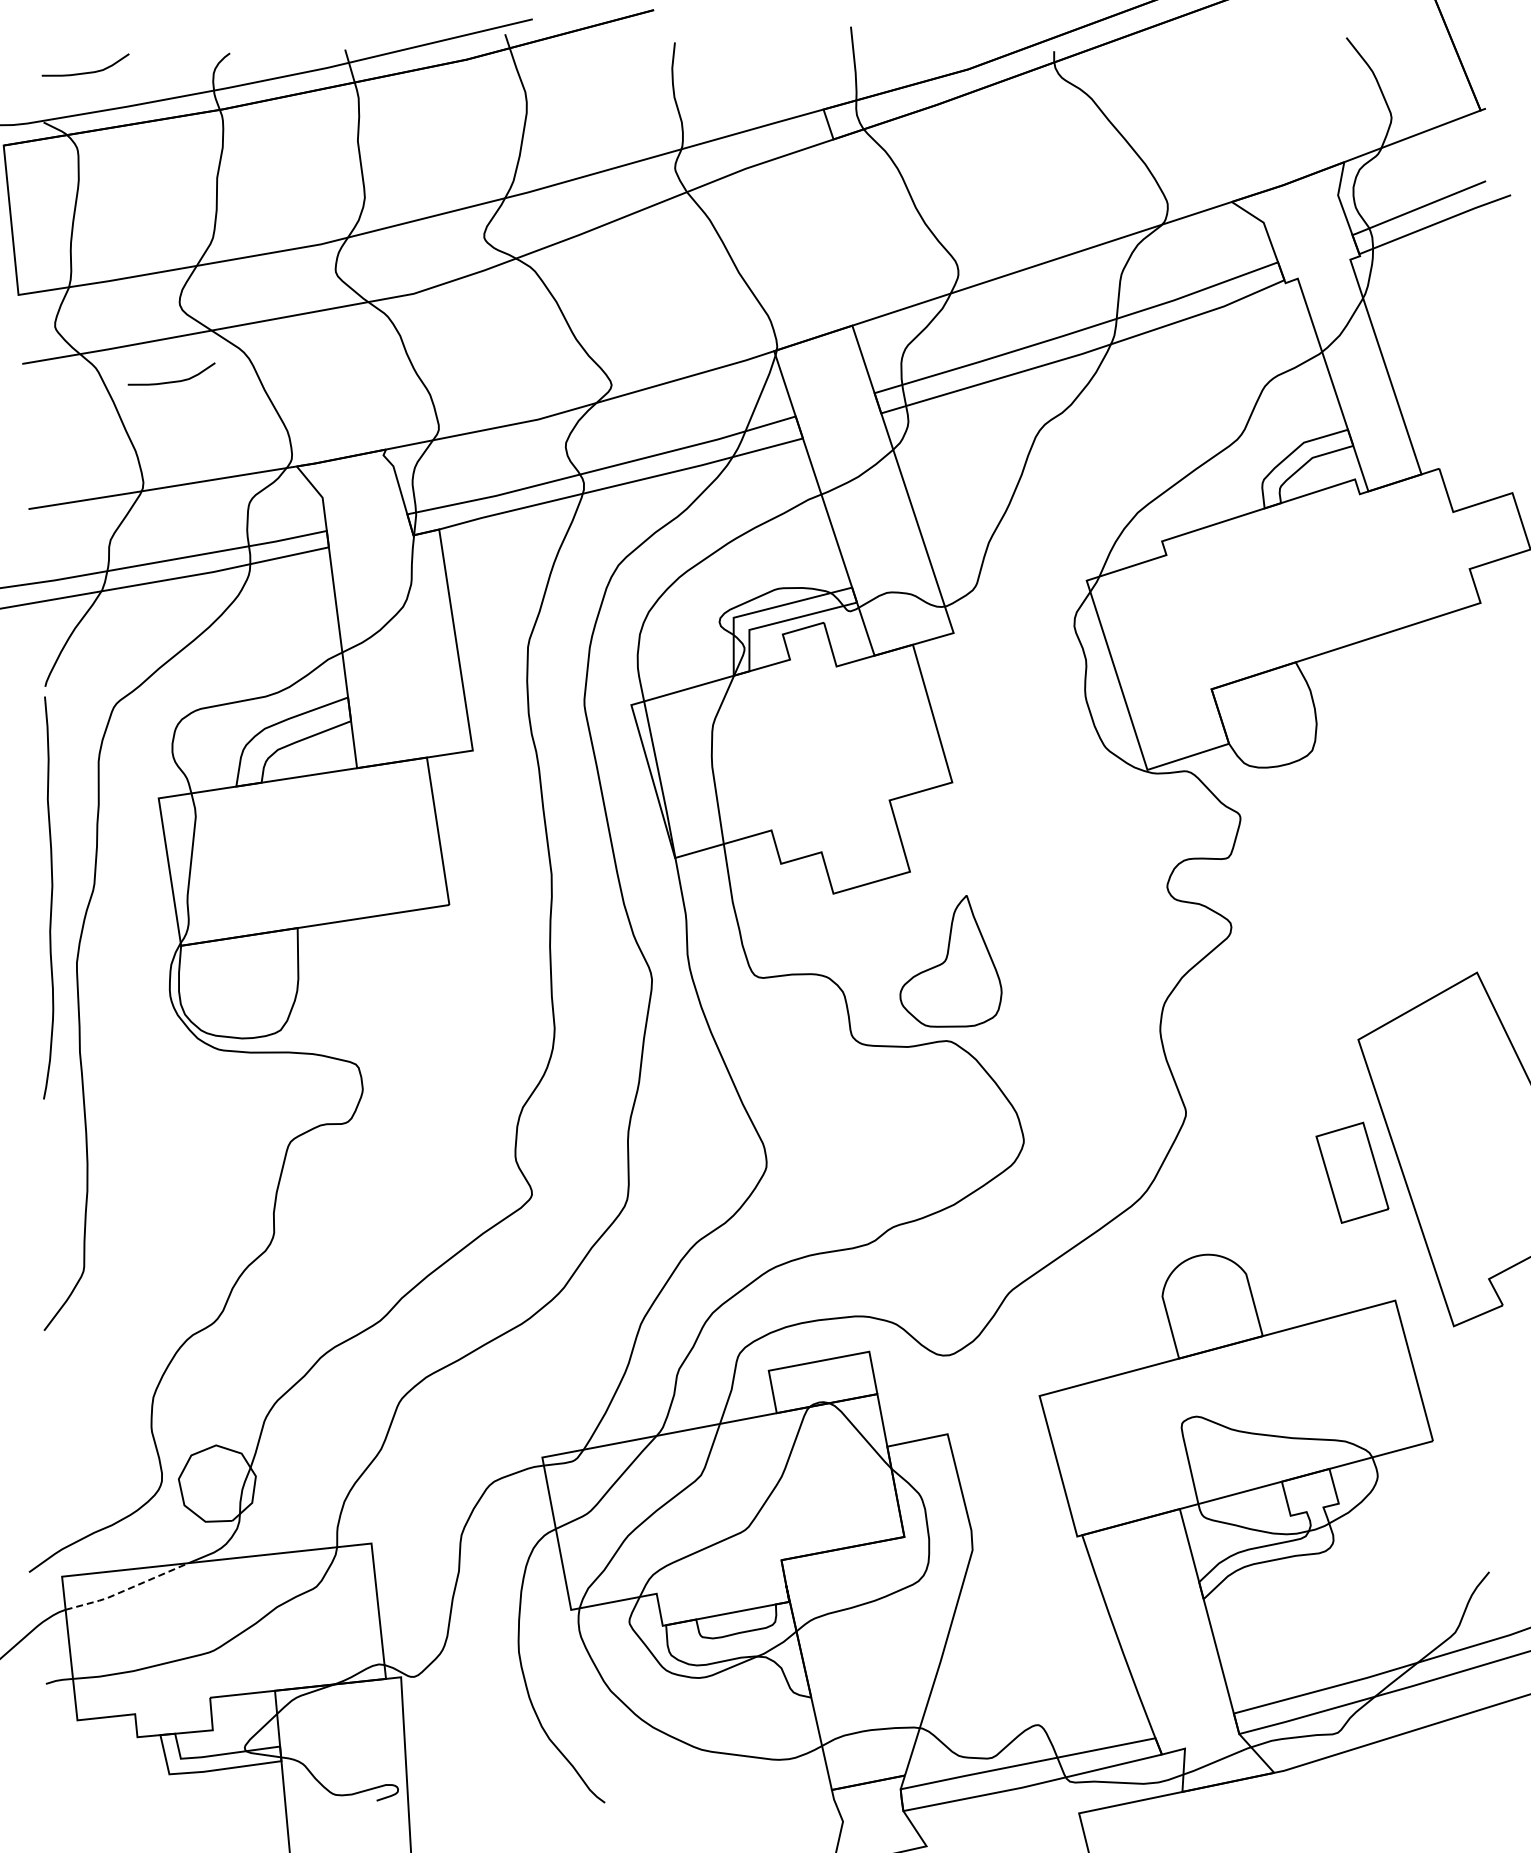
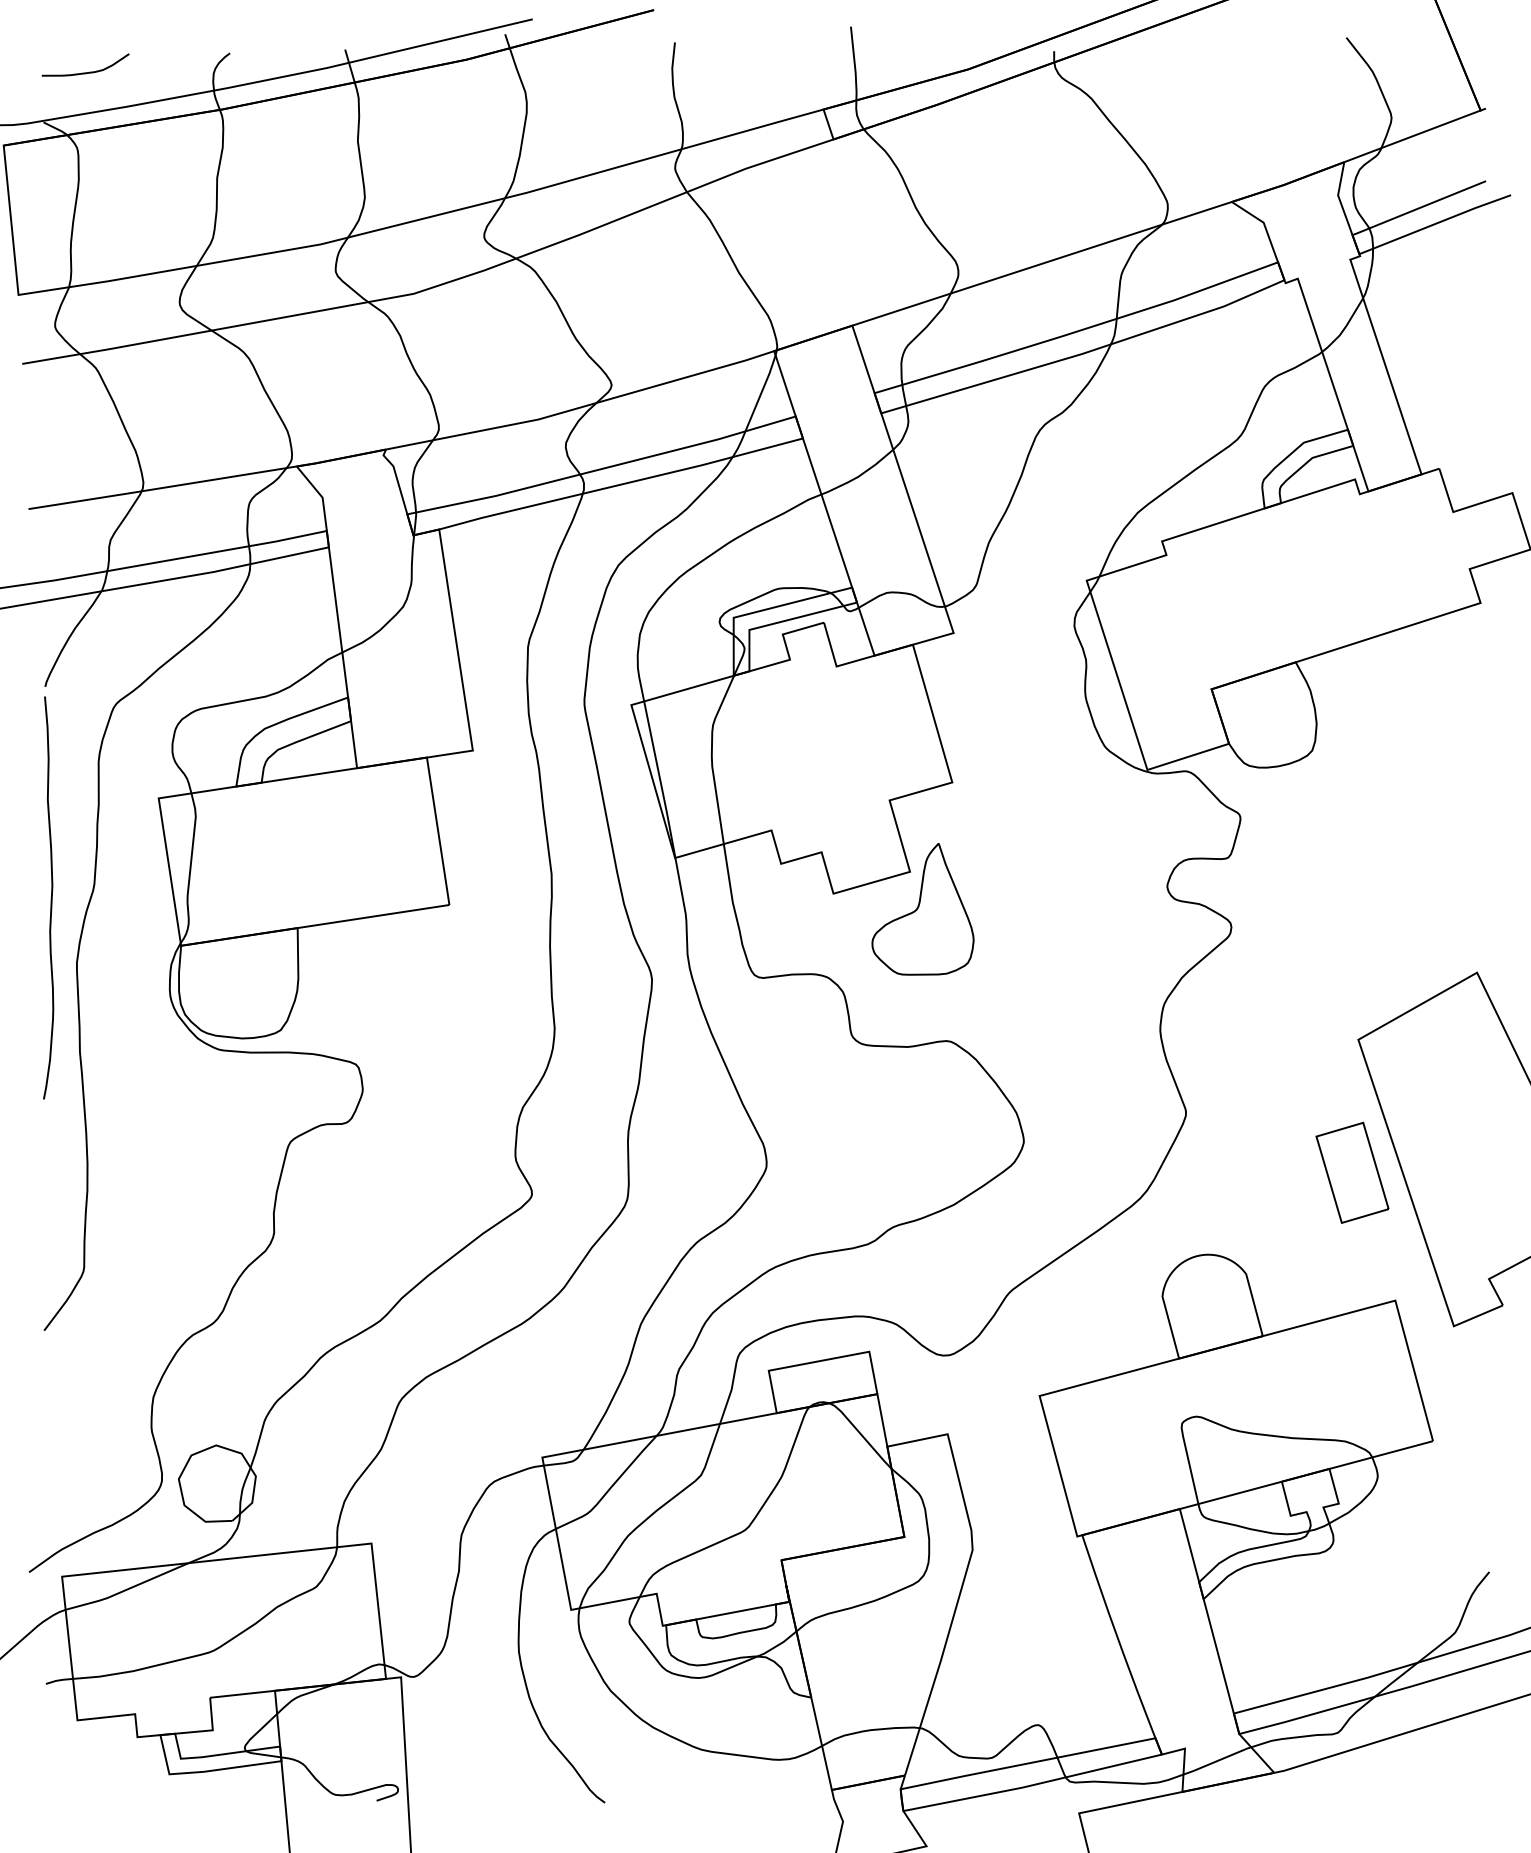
curve at (171, 381): present -> none
part at (950, 961) position: (950, 961) -> (922, 909)
line at (127, 1589): dashed -> solid
